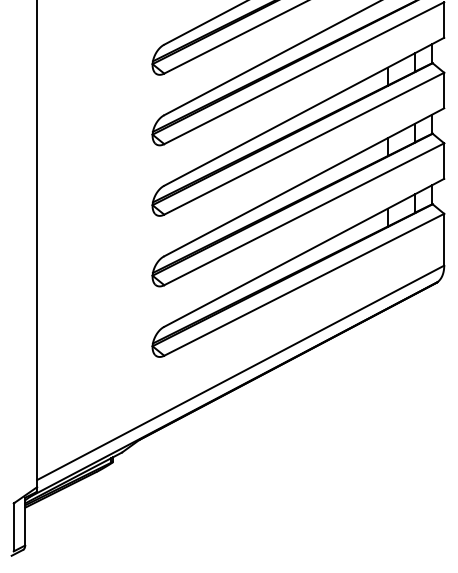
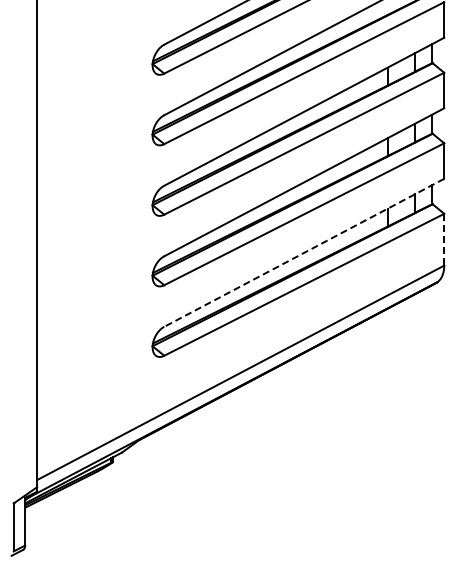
line at (444, 239): solid -> dashed
line at (303, 253): solid -> dashed
